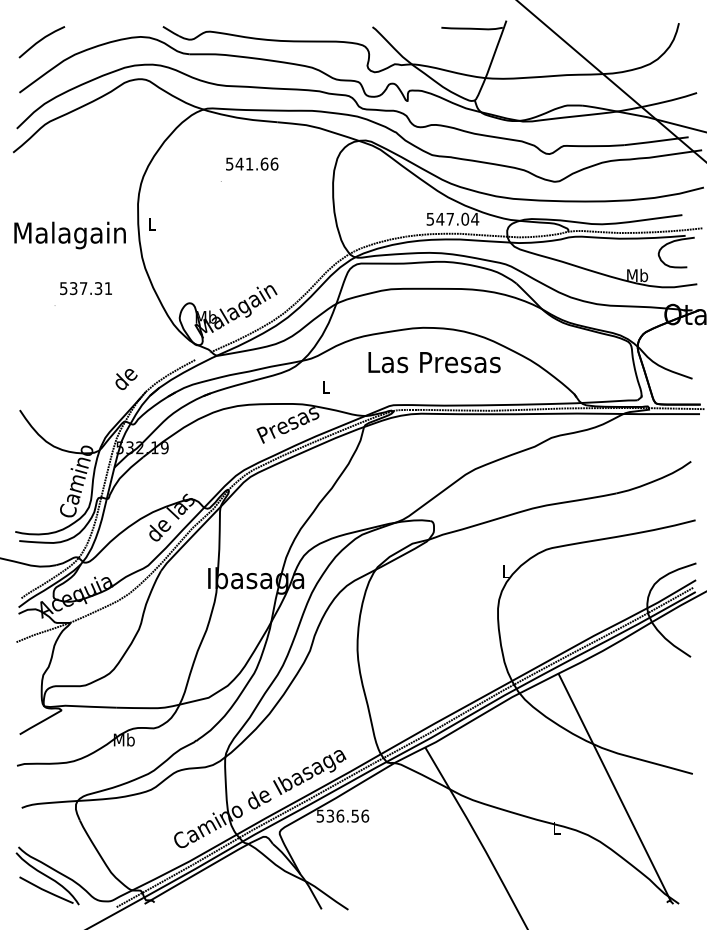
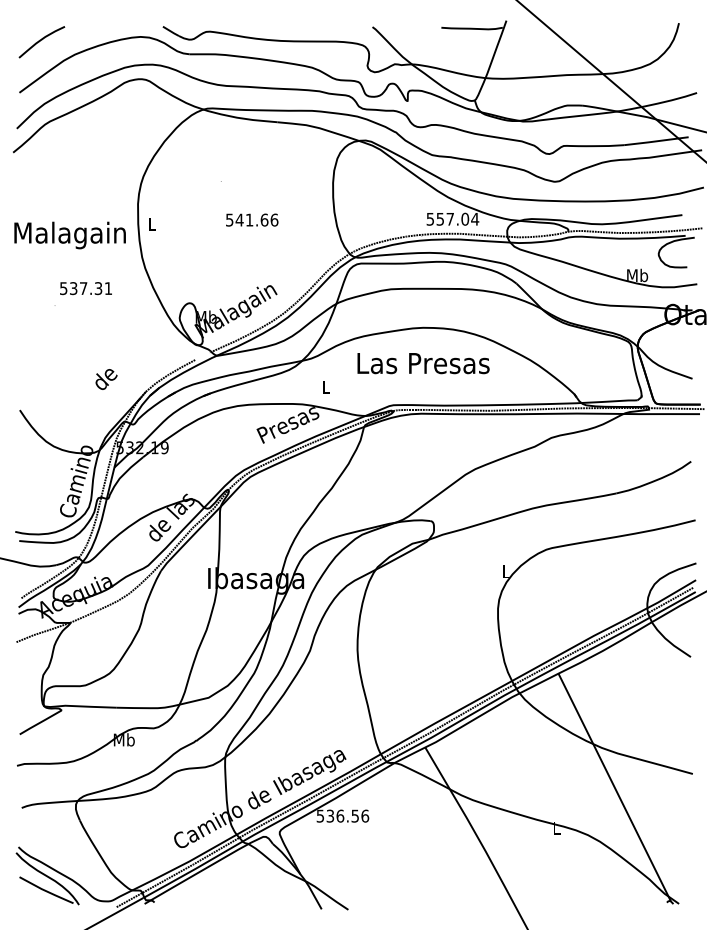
text at (252, 163) position: (252, 163) -> (252, 219)
text at (440, 219): 547.04 -> 557.04
text at (434, 362) position: (434, 362) -> (423, 363)
text at (126, 379) position: (126, 379) -> (106, 379)
